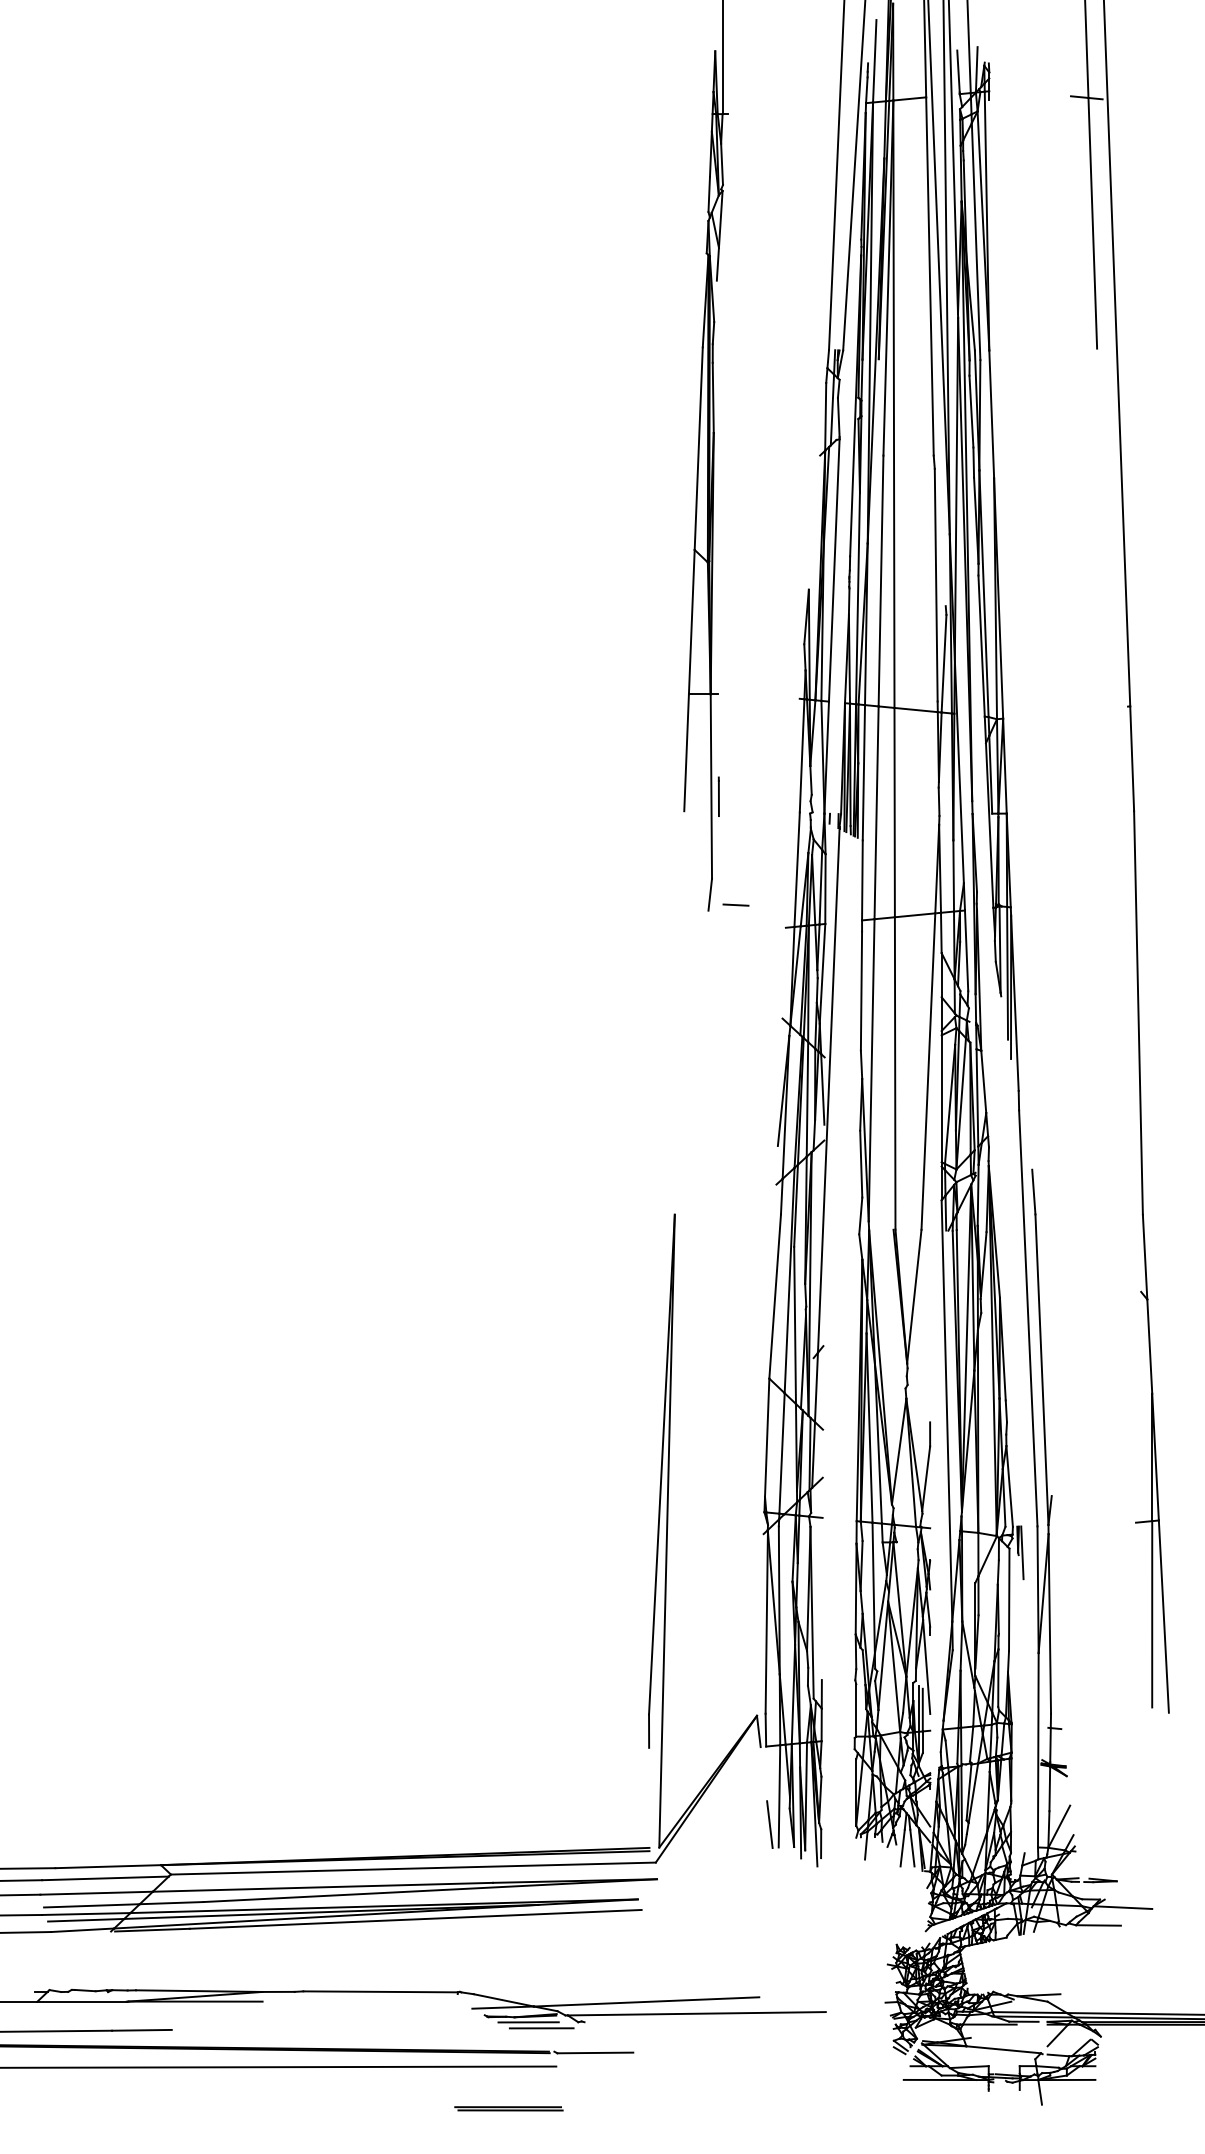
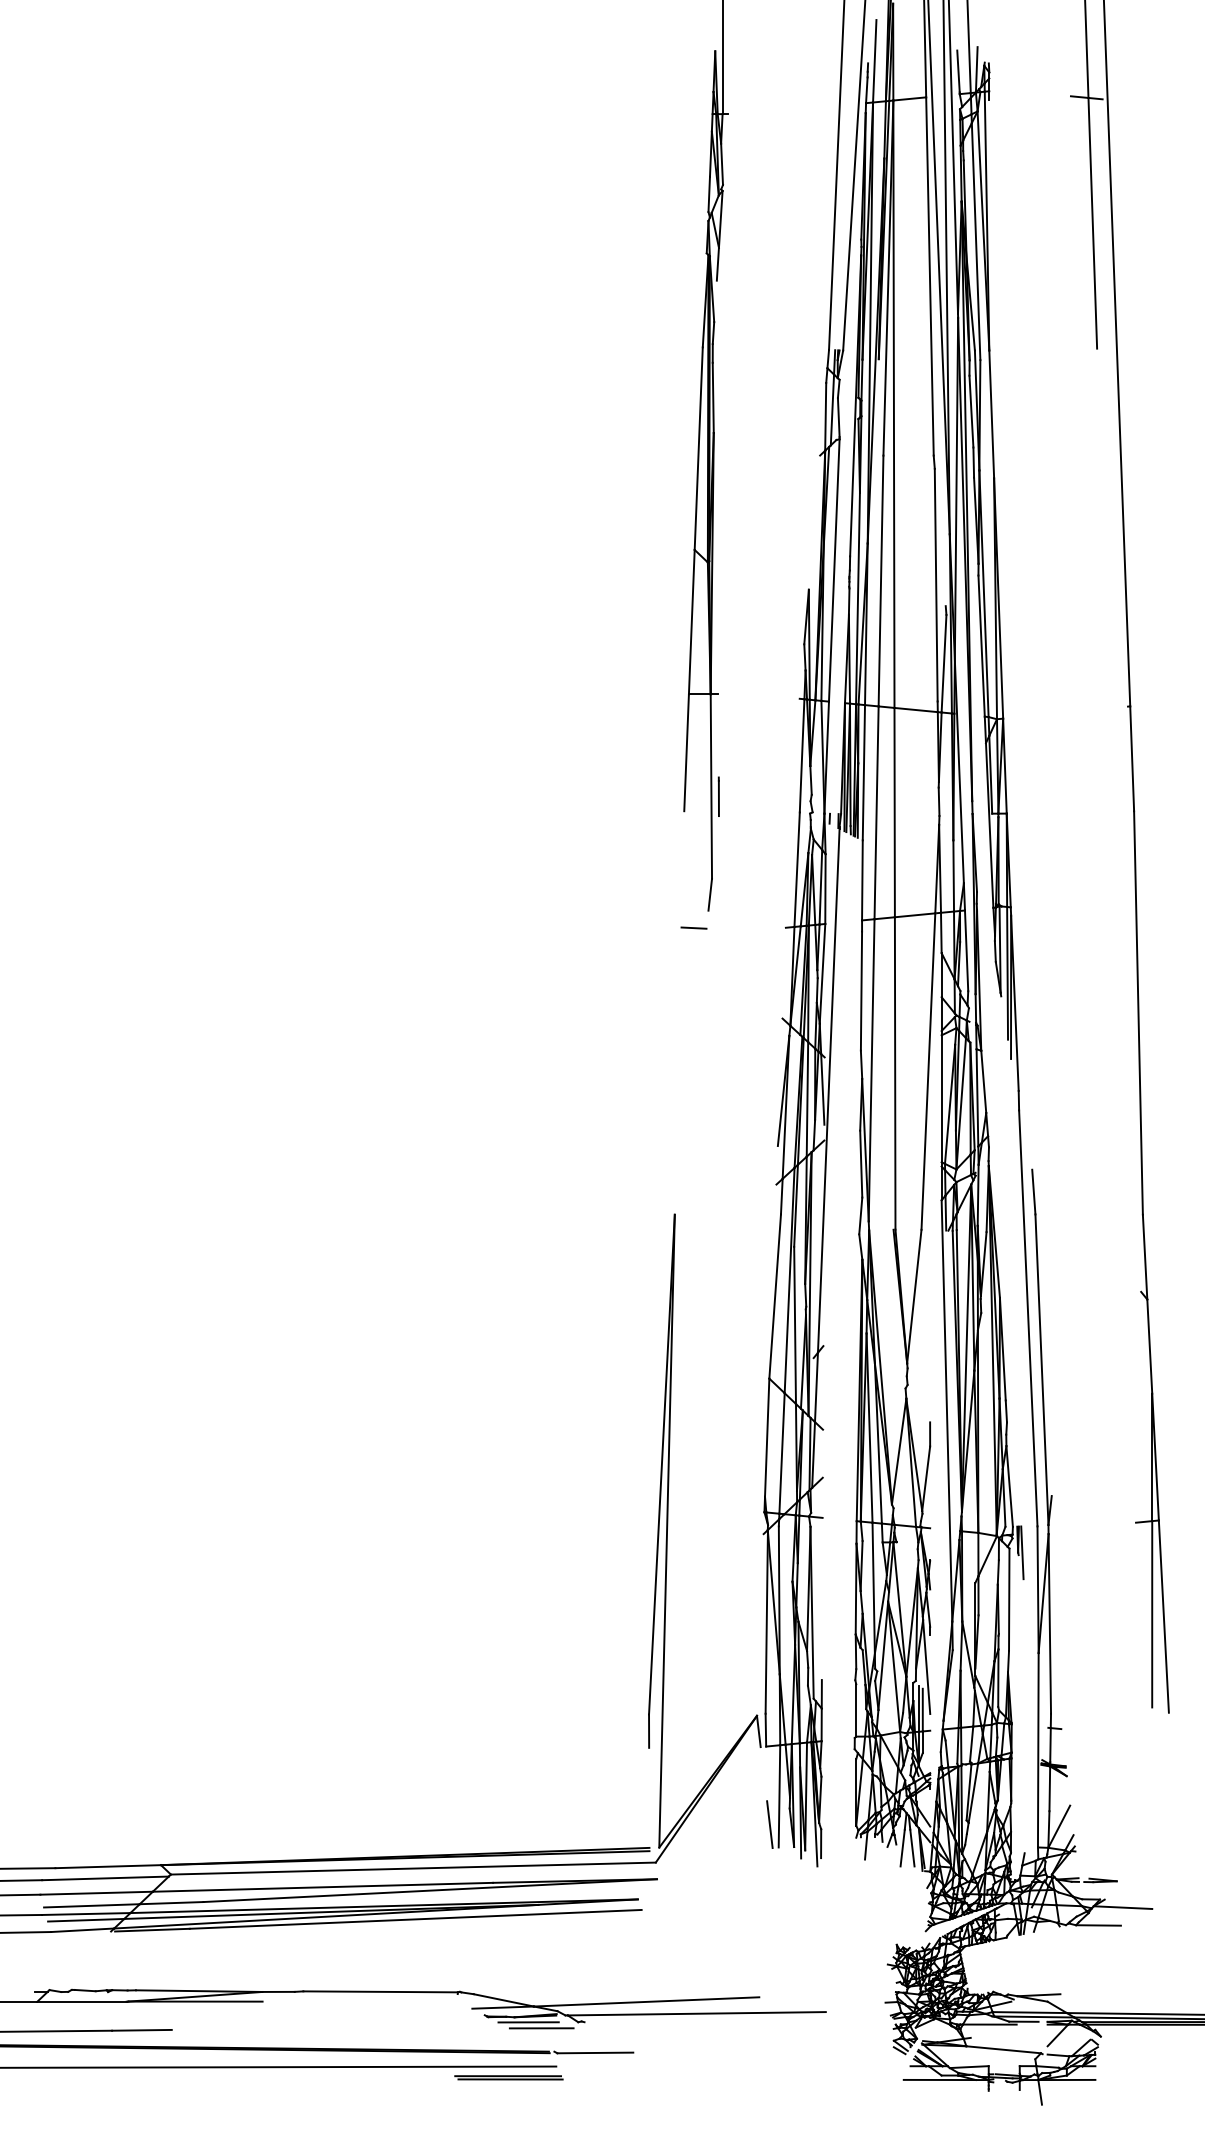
line at (735, 904) position: (735, 904) -> (693, 927)
part at (508, 2108) position: (508, 2108) -> (508, 2077)
